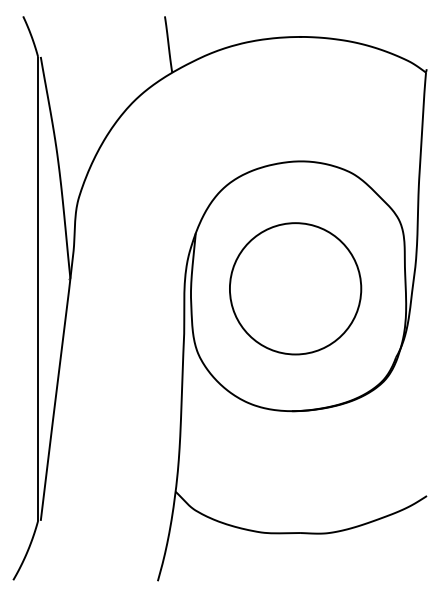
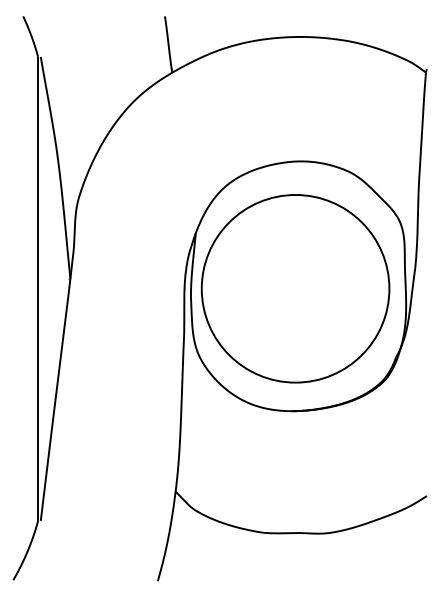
circle at (295, 288) diameter: 131 px -> 188 px
